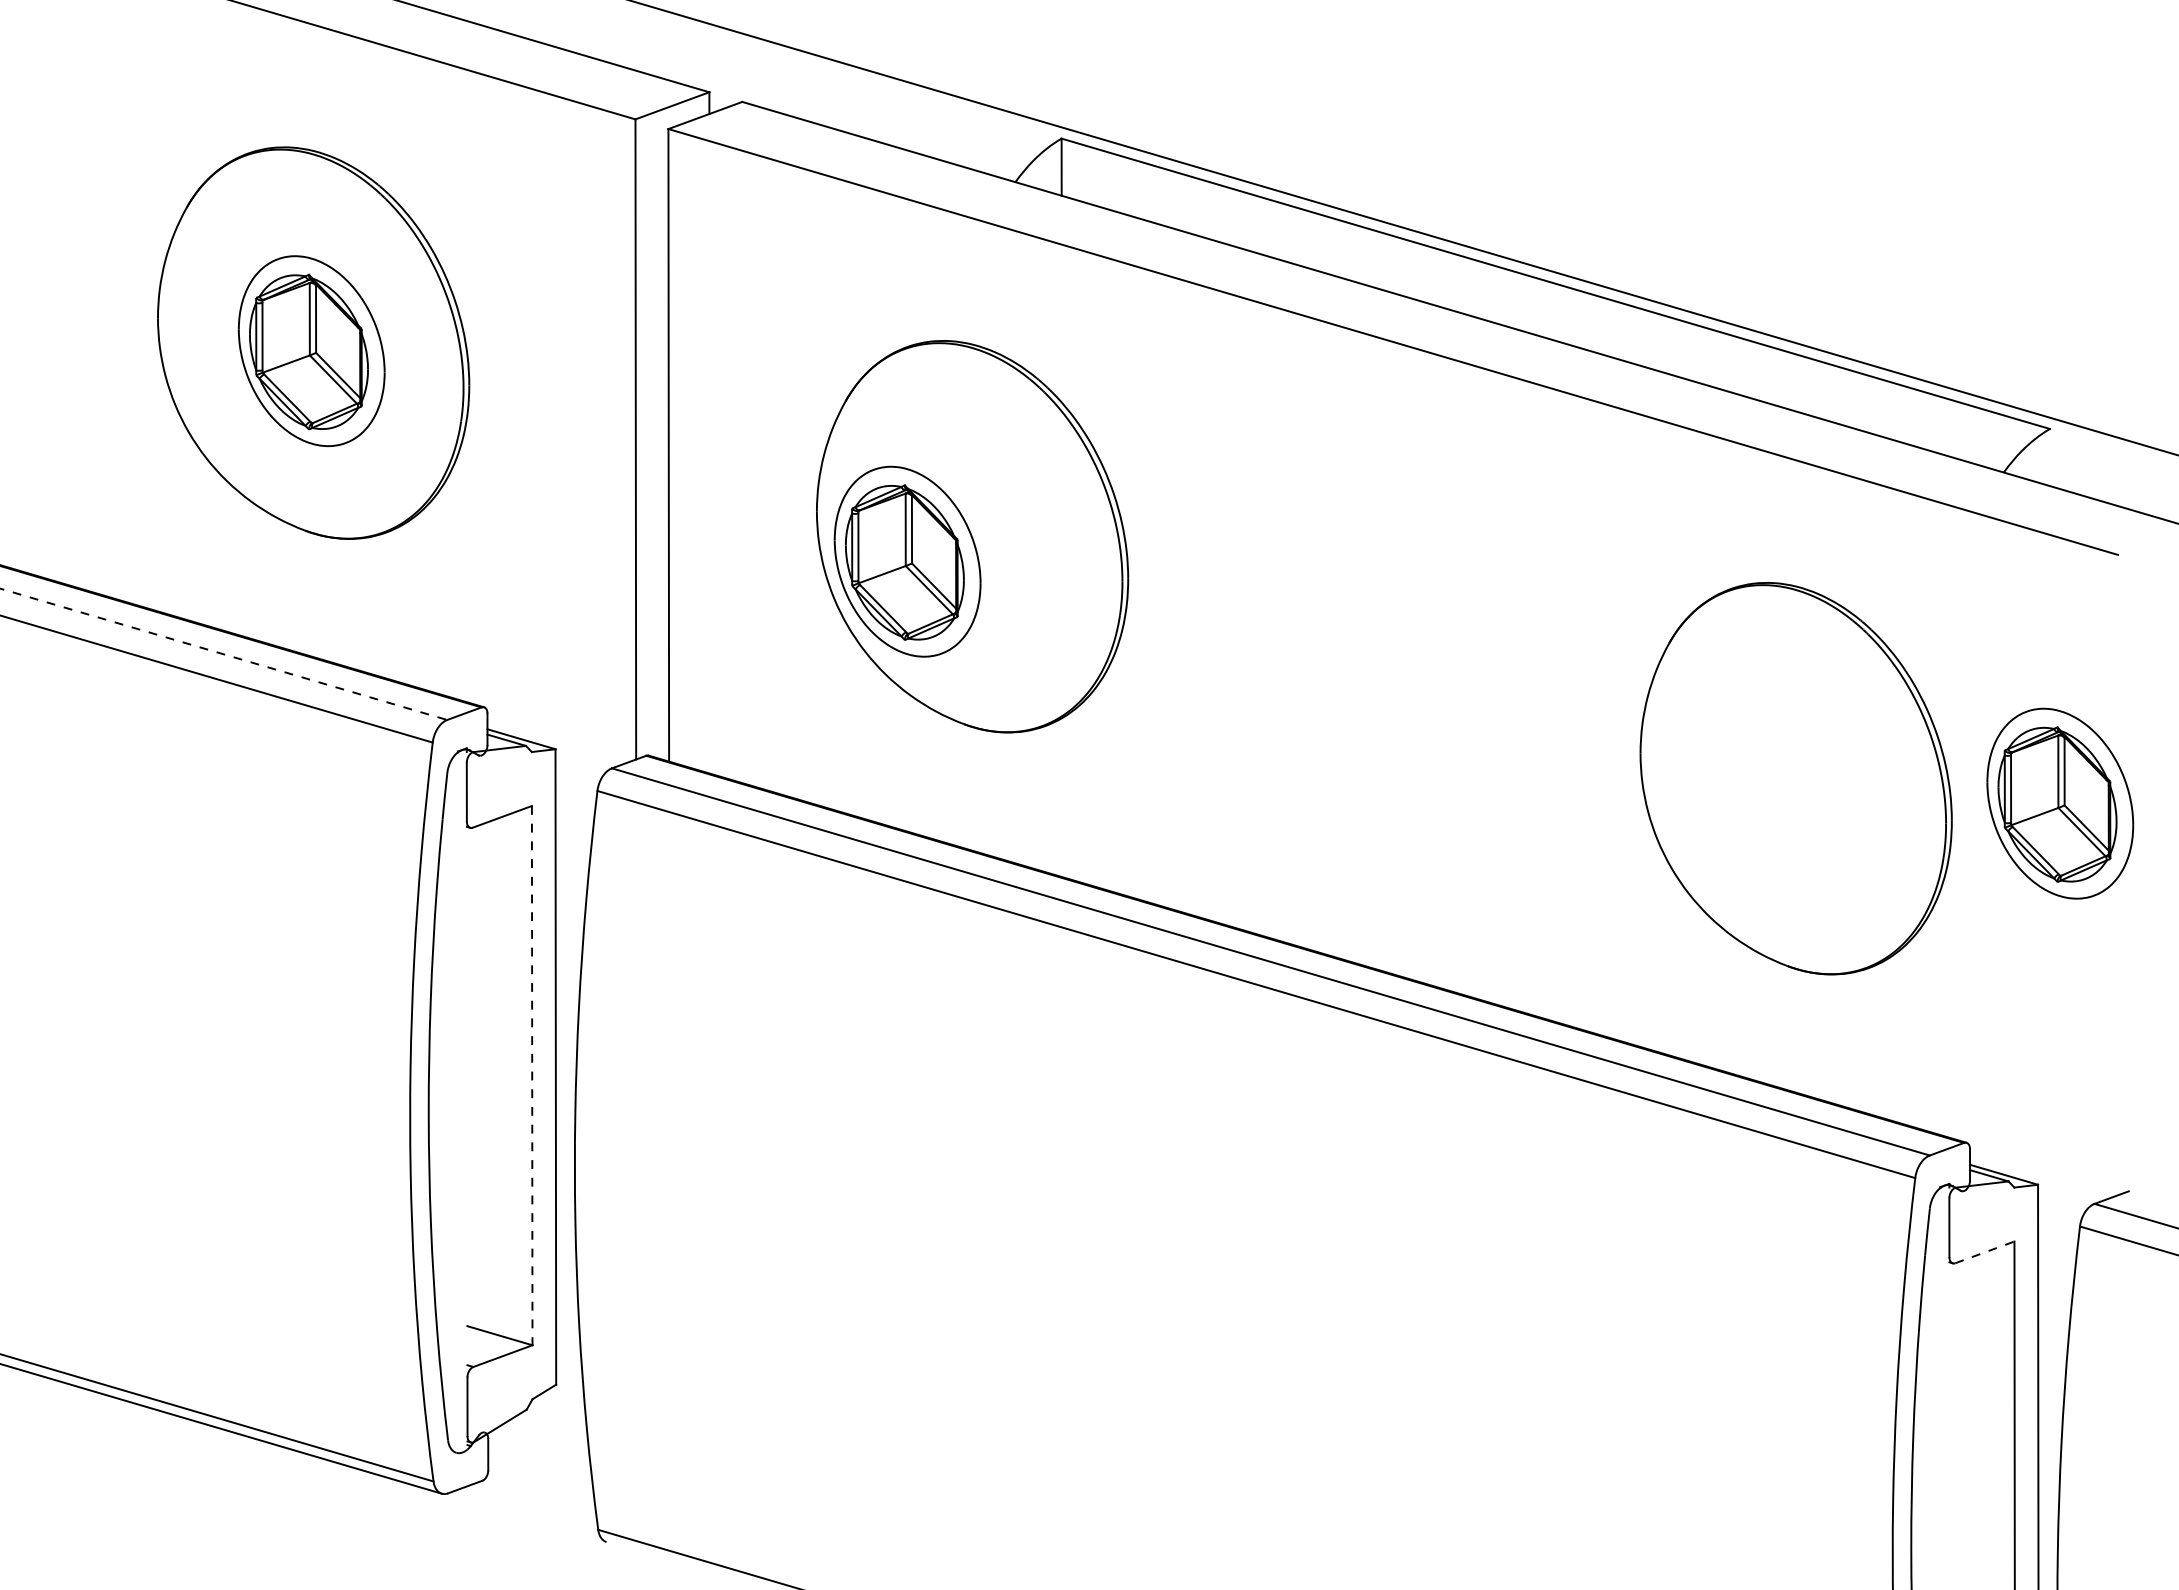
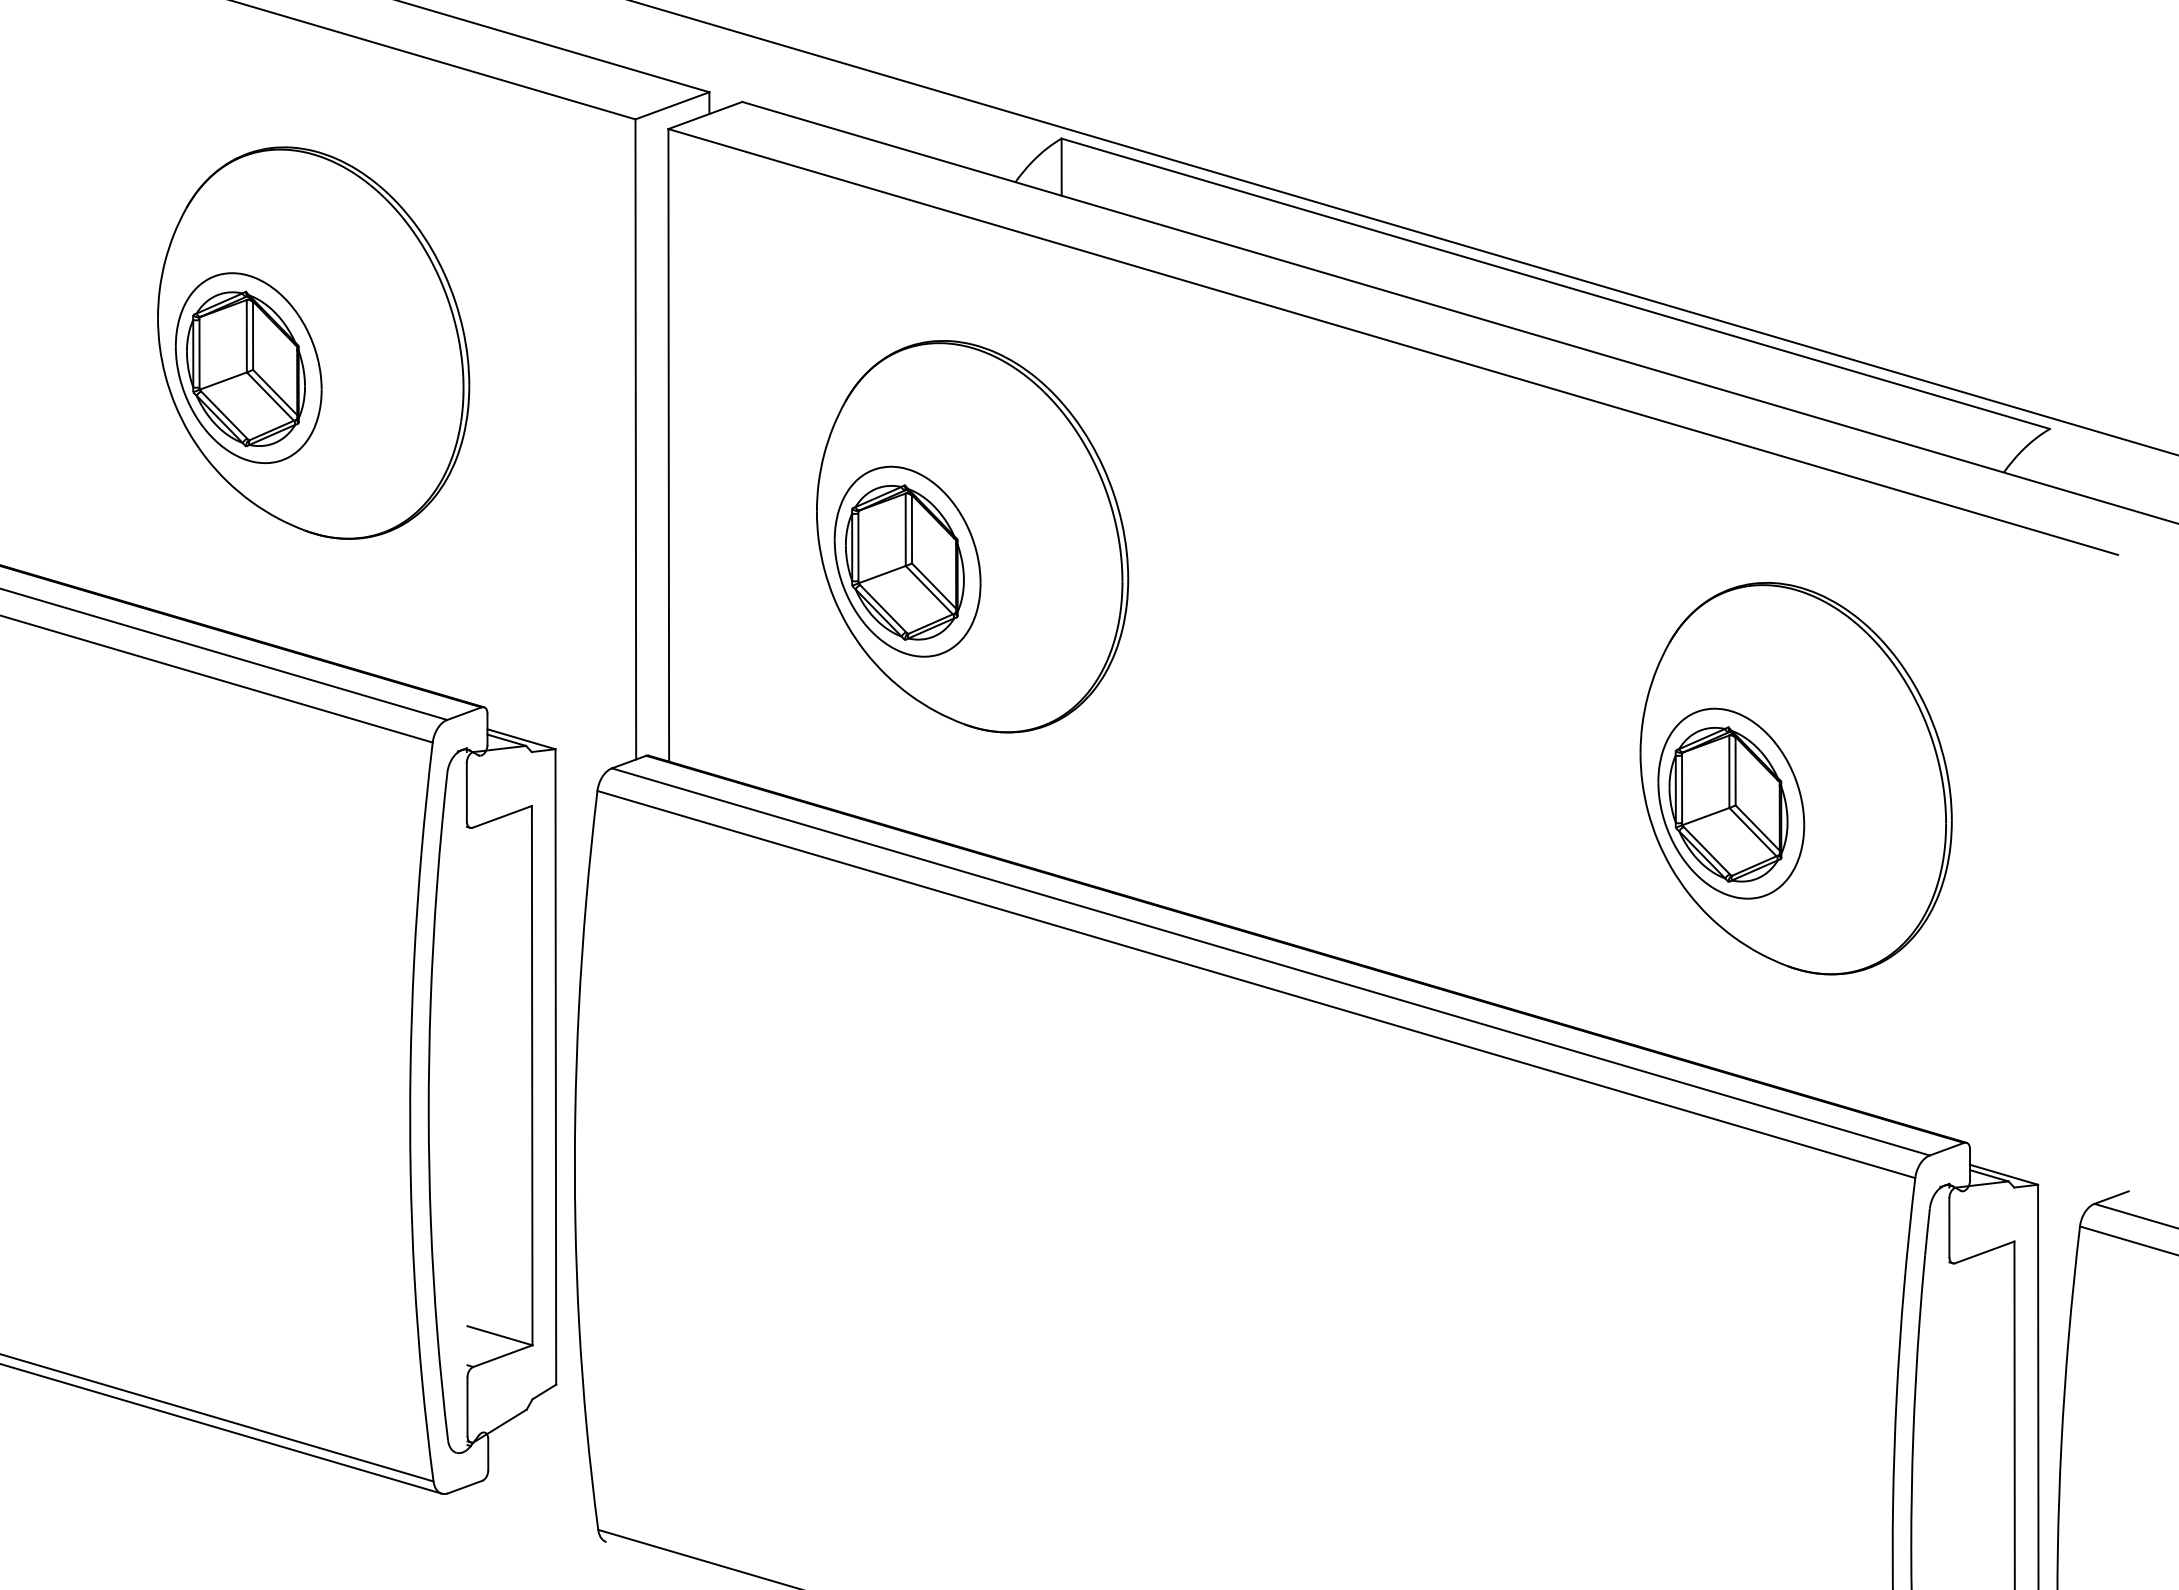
part at (311, 350) position: (311, 350) -> (248, 367)
line at (223, 654): dashed -> solid
part at (2060, 803) position: (2060, 803) -> (1731, 803)
line at (532, 1075): dashed -> solid
line at (1985, 1252): dashed -> solid
